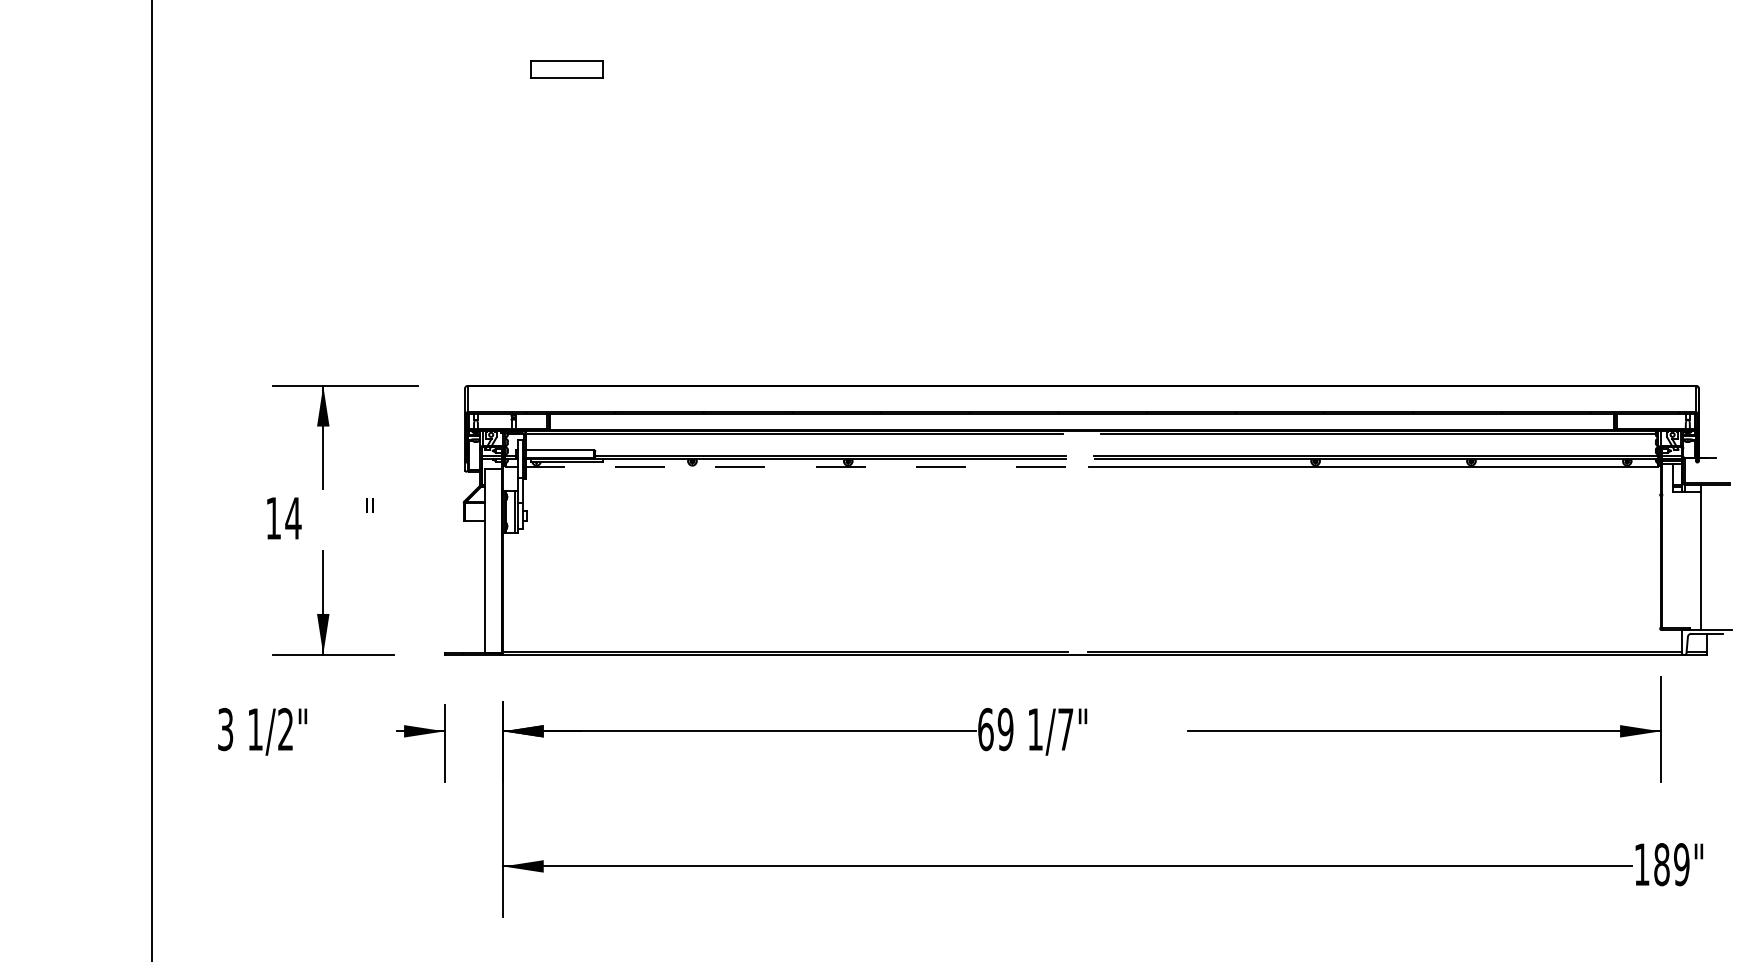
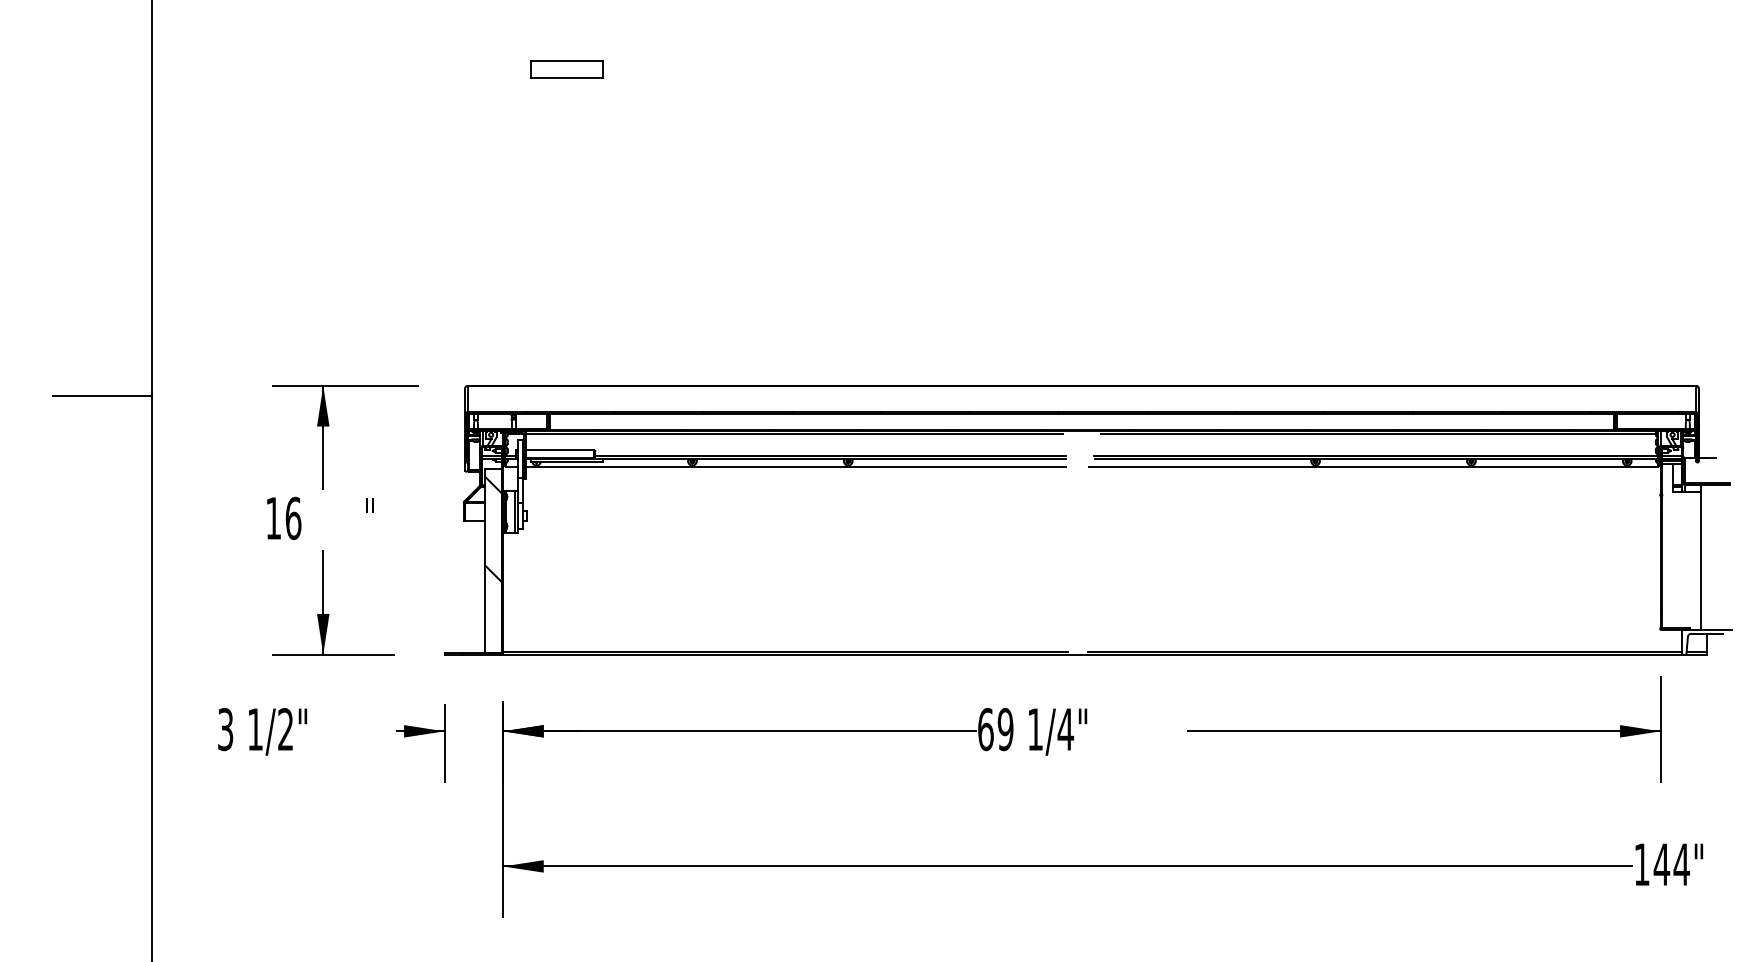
line at (101, 396): none -> present
line at (795, 467): dashed -> solid
text at (293, 517): 14 -> 16
hatch at (493, 529): none -> present
text at (1065, 729): 1/7" -> 1/4"
text at (1671, 864): 189" -> 144"
